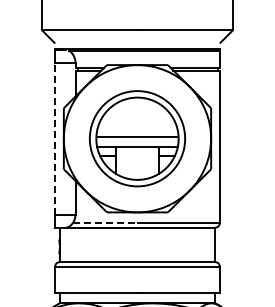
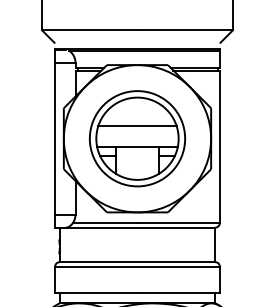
line at (137, 136) position: (137, 136) -> (137, 125)
line at (55, 138): dashed -> solid
line at (105, 223): dashed -> solid
